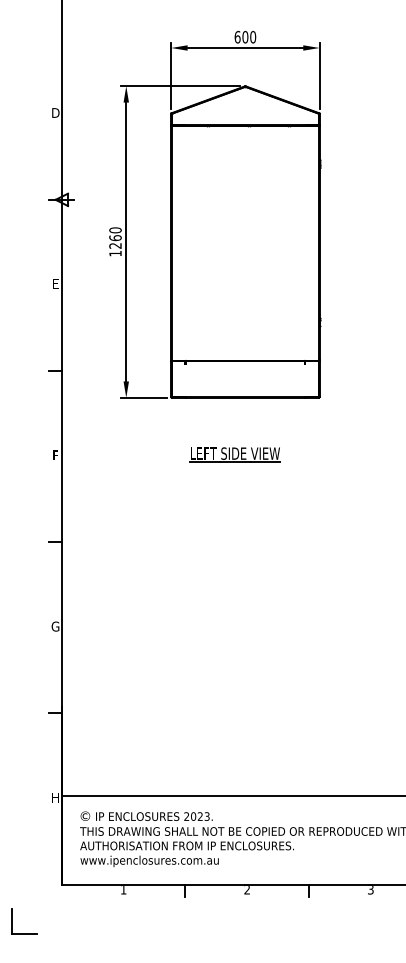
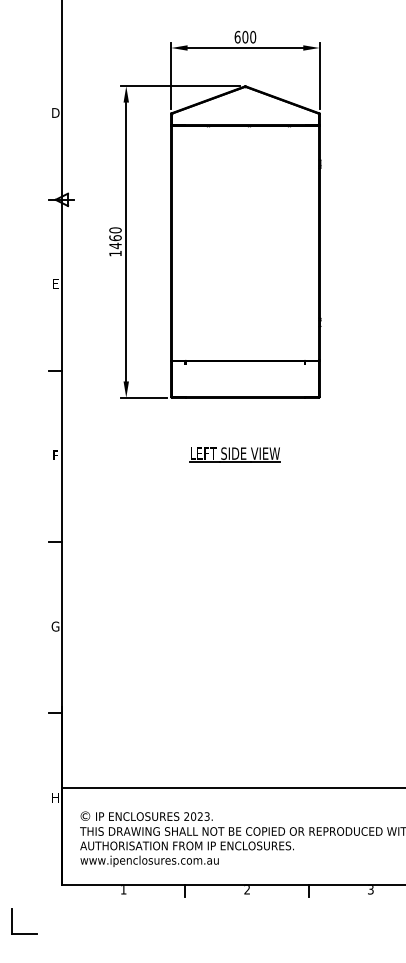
text at (115, 245): 1260 -> 1460
line at (231, 795) position: (231, 795) -> (231, 787)
